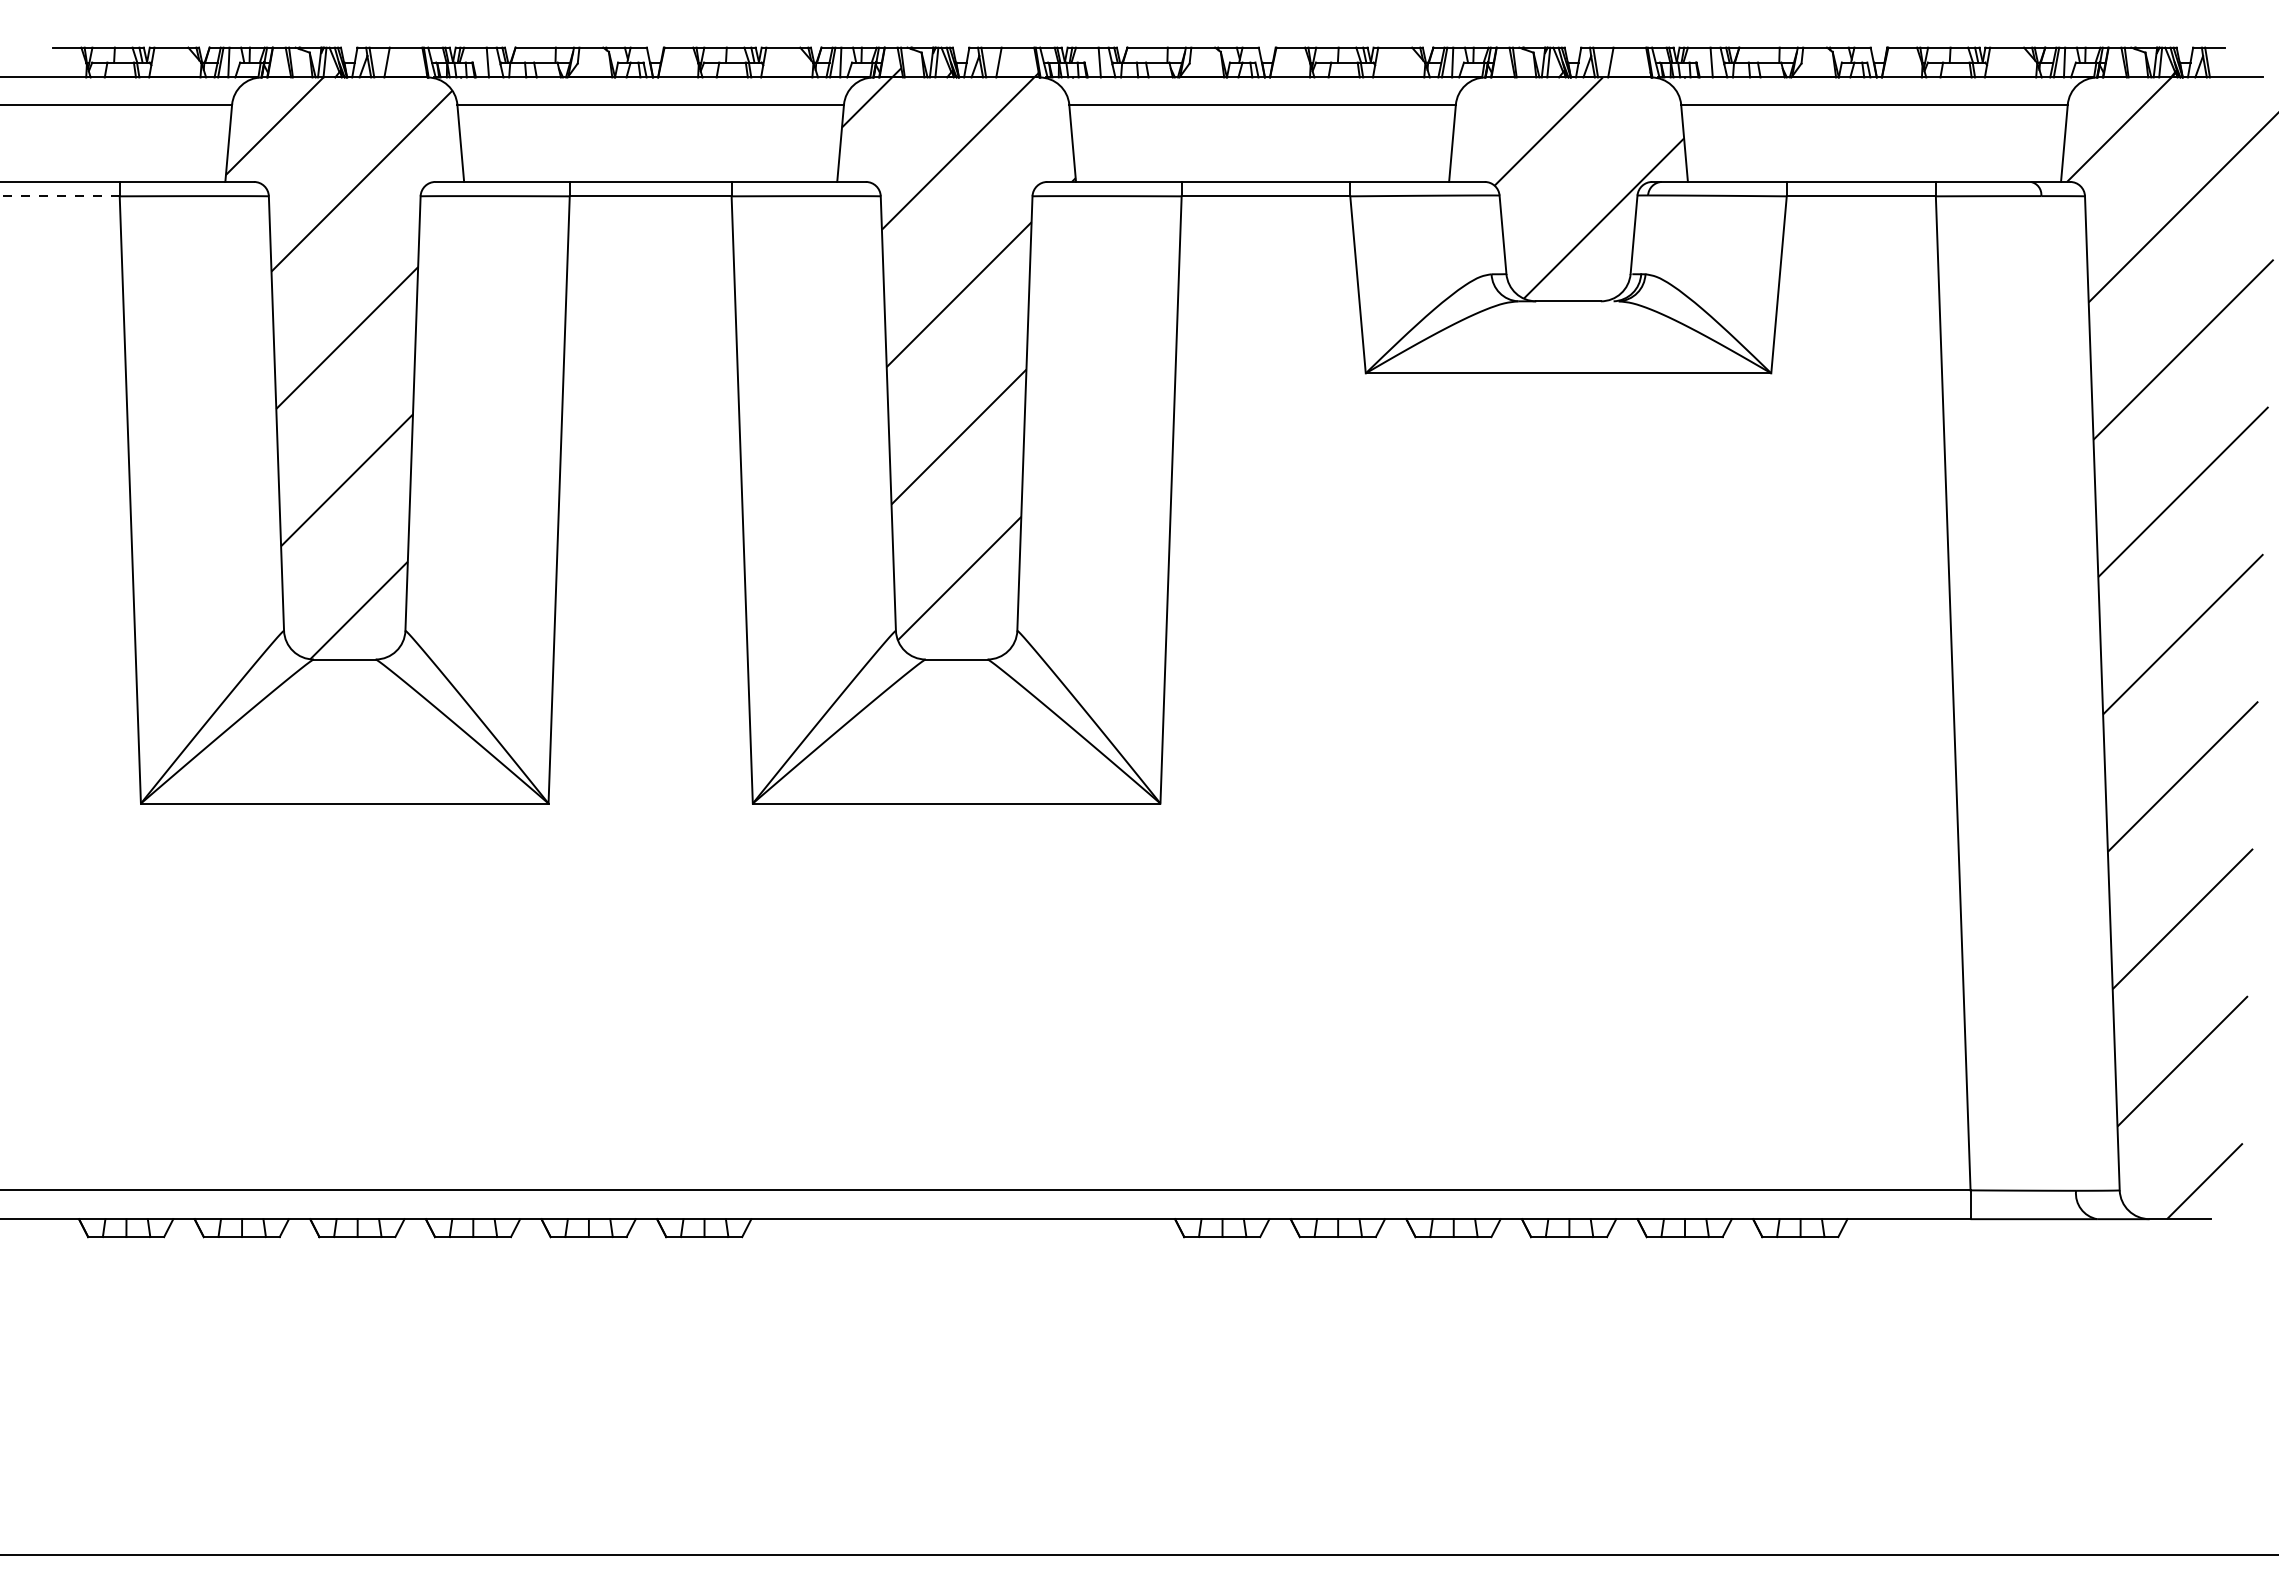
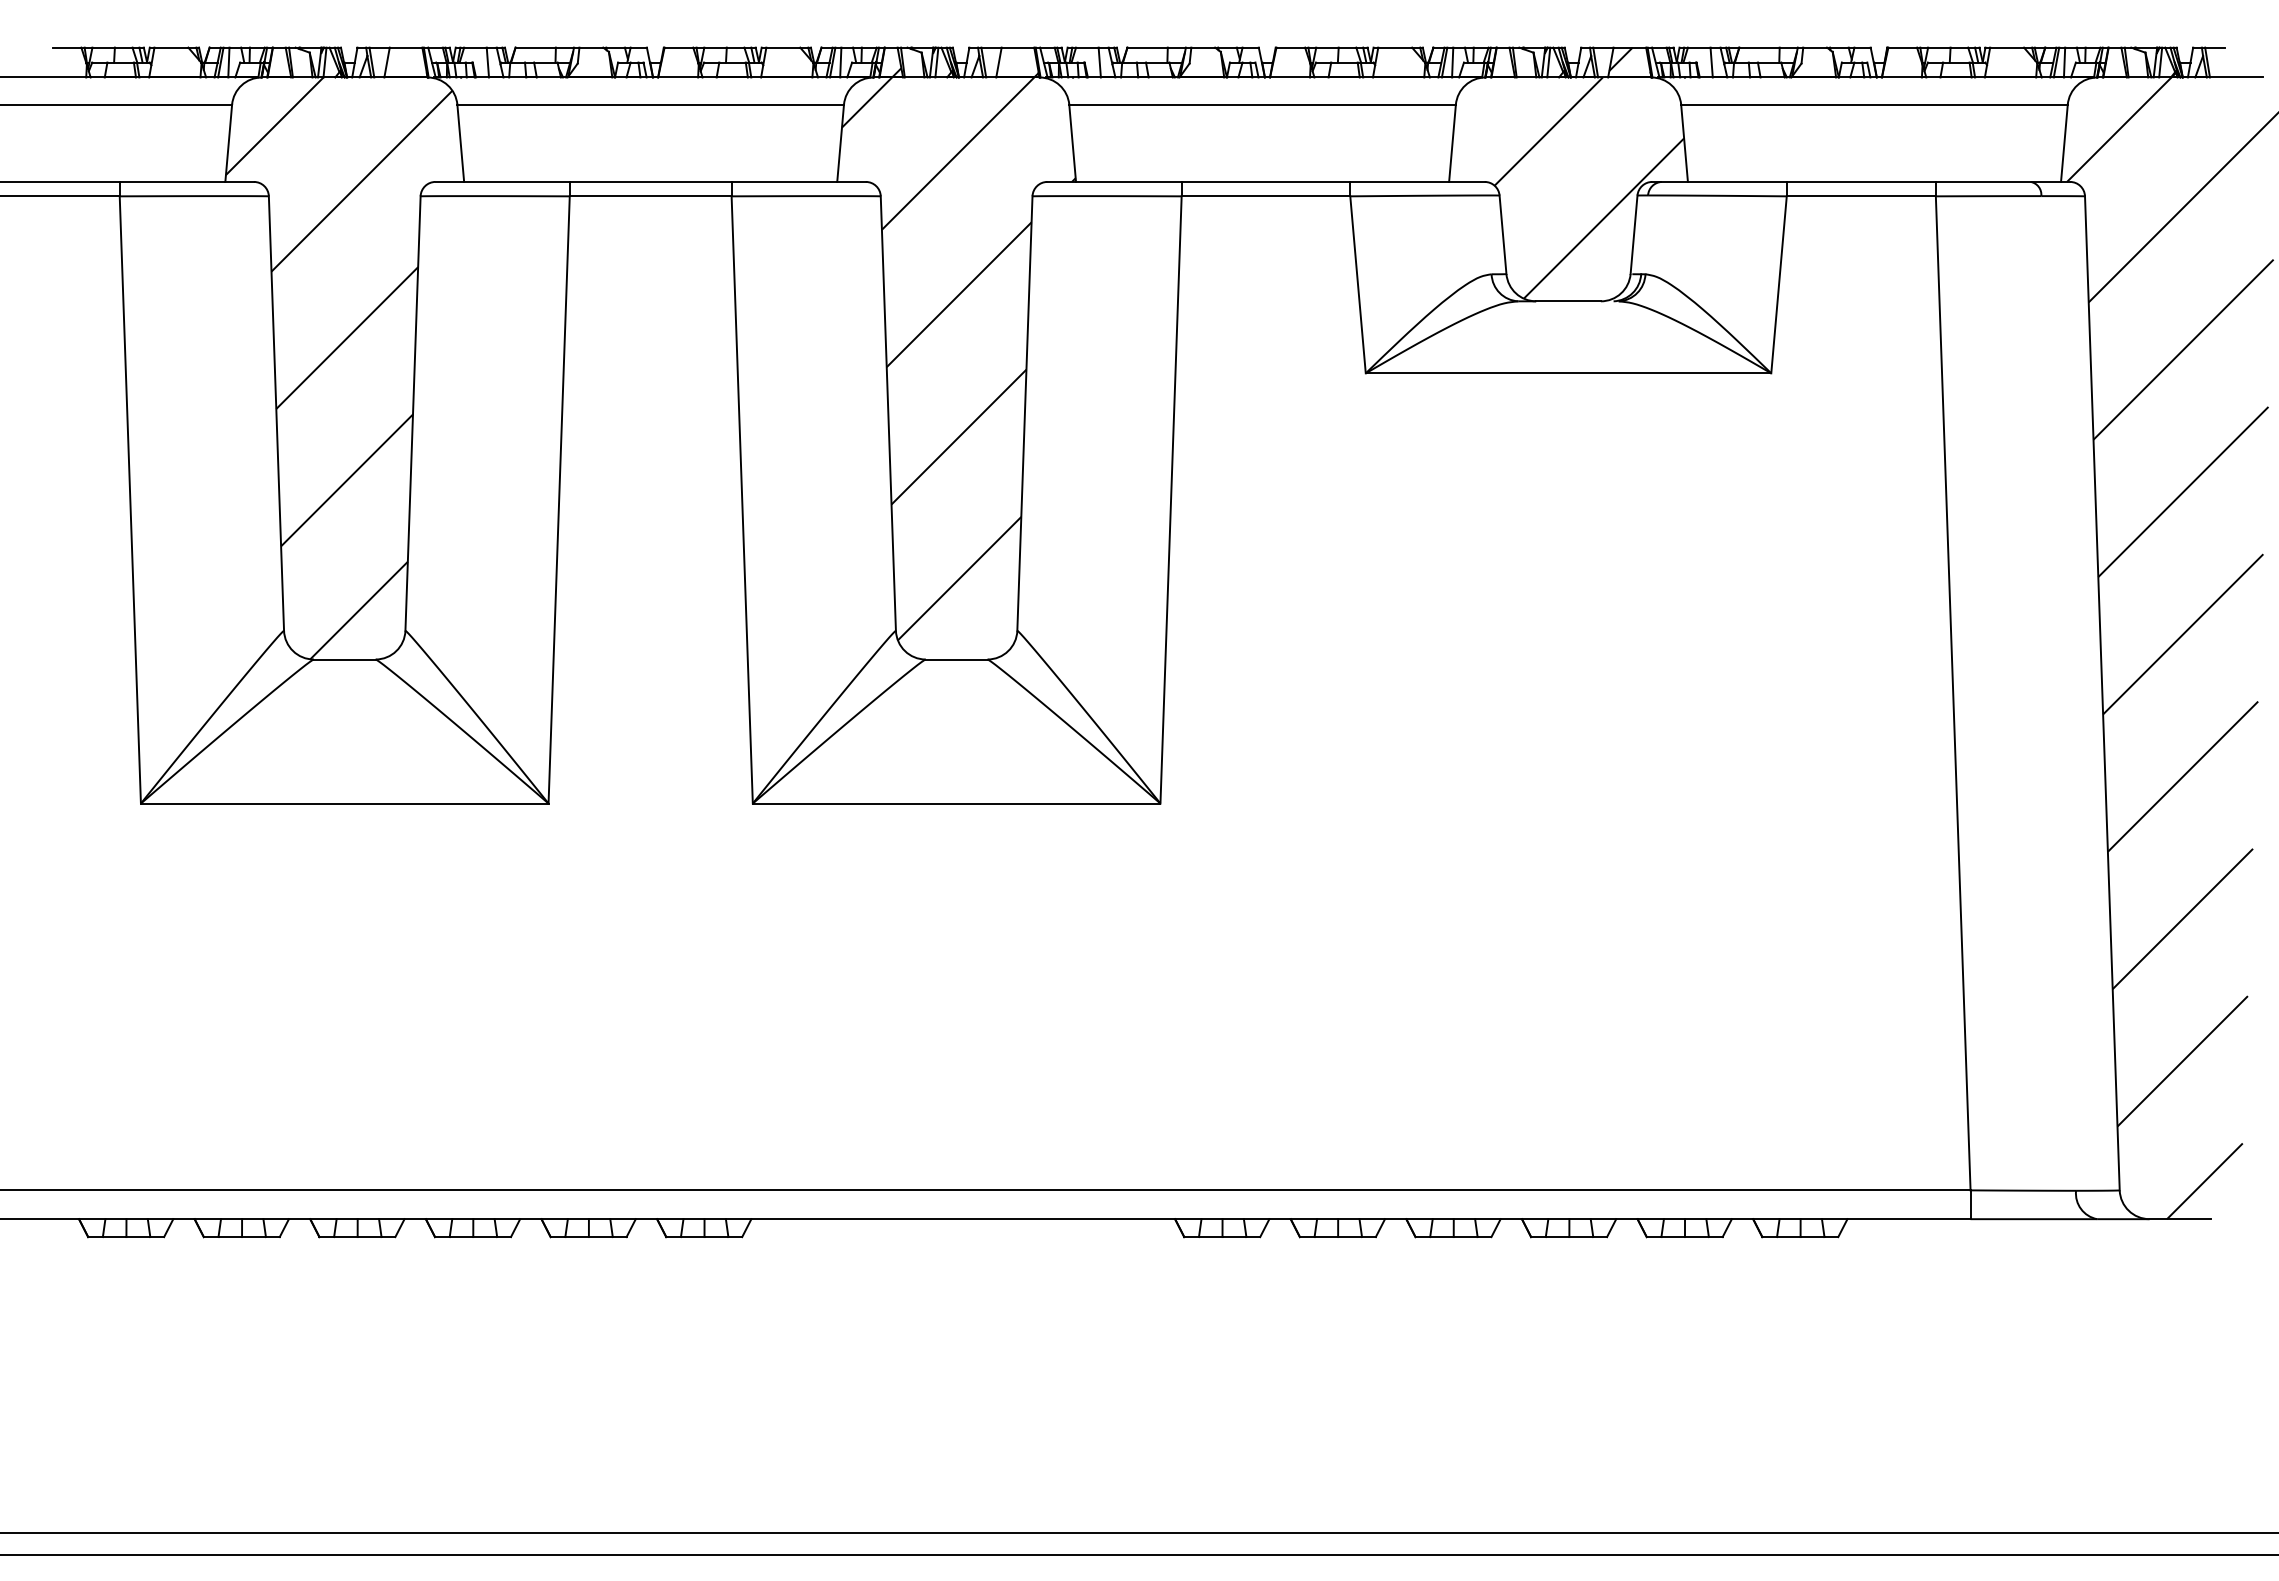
hatch at (1620, 58): none -> present
line at (59, 196): dashed -> solid
line at (1138, 1533): none -> present
